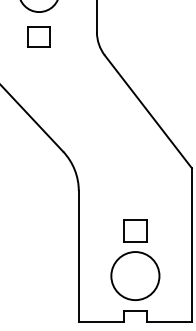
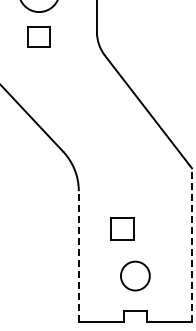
part at (135, 230) position: (135, 230) -> (122, 228)
line at (191, 245): solid -> dashed
line at (78, 256): solid -> dashed
circle at (135, 276) diameter: 48 px -> 29 px
